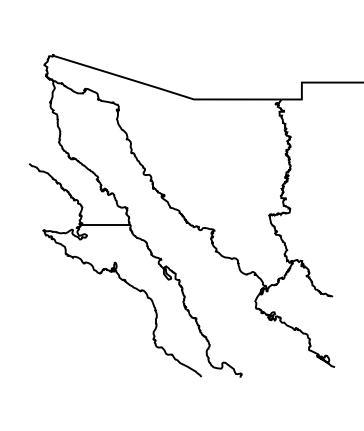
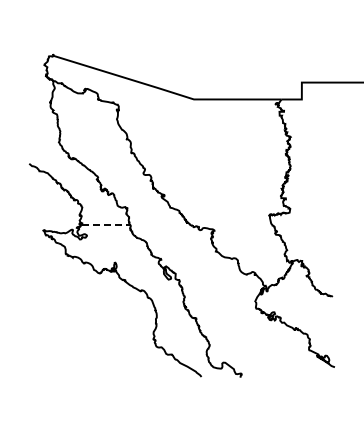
line at (106, 224): solid -> dashed
